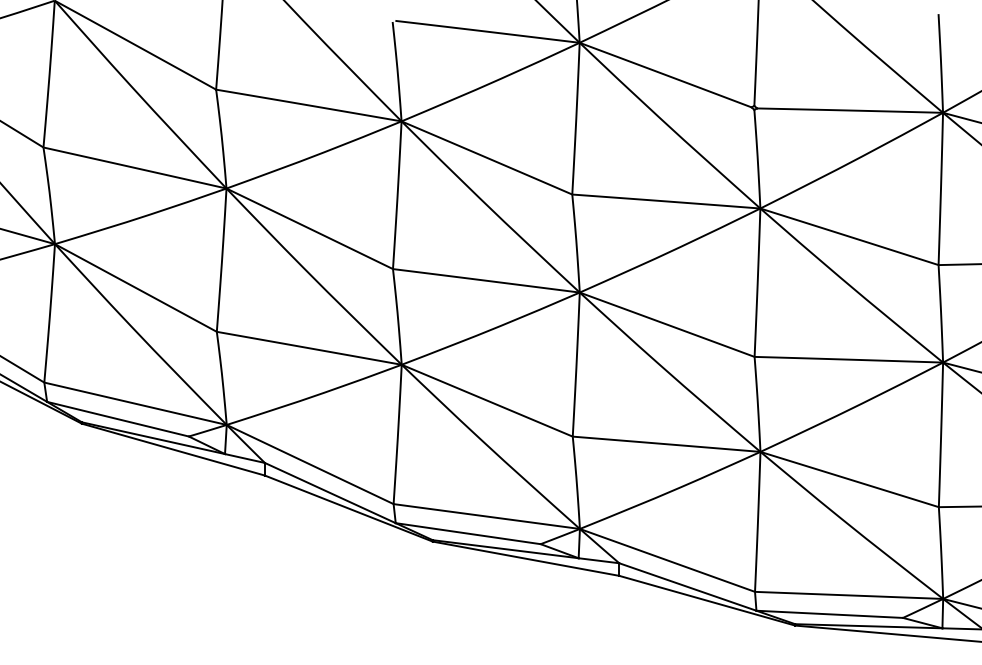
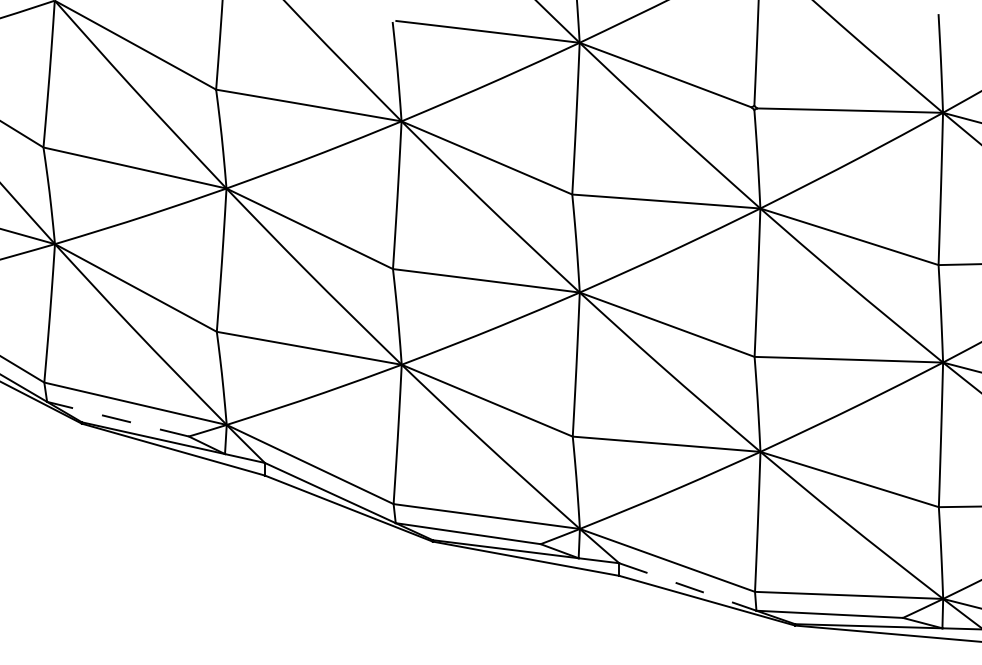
line at (118, 419): solid -> dashed
line at (687, 587): solid -> dashed
